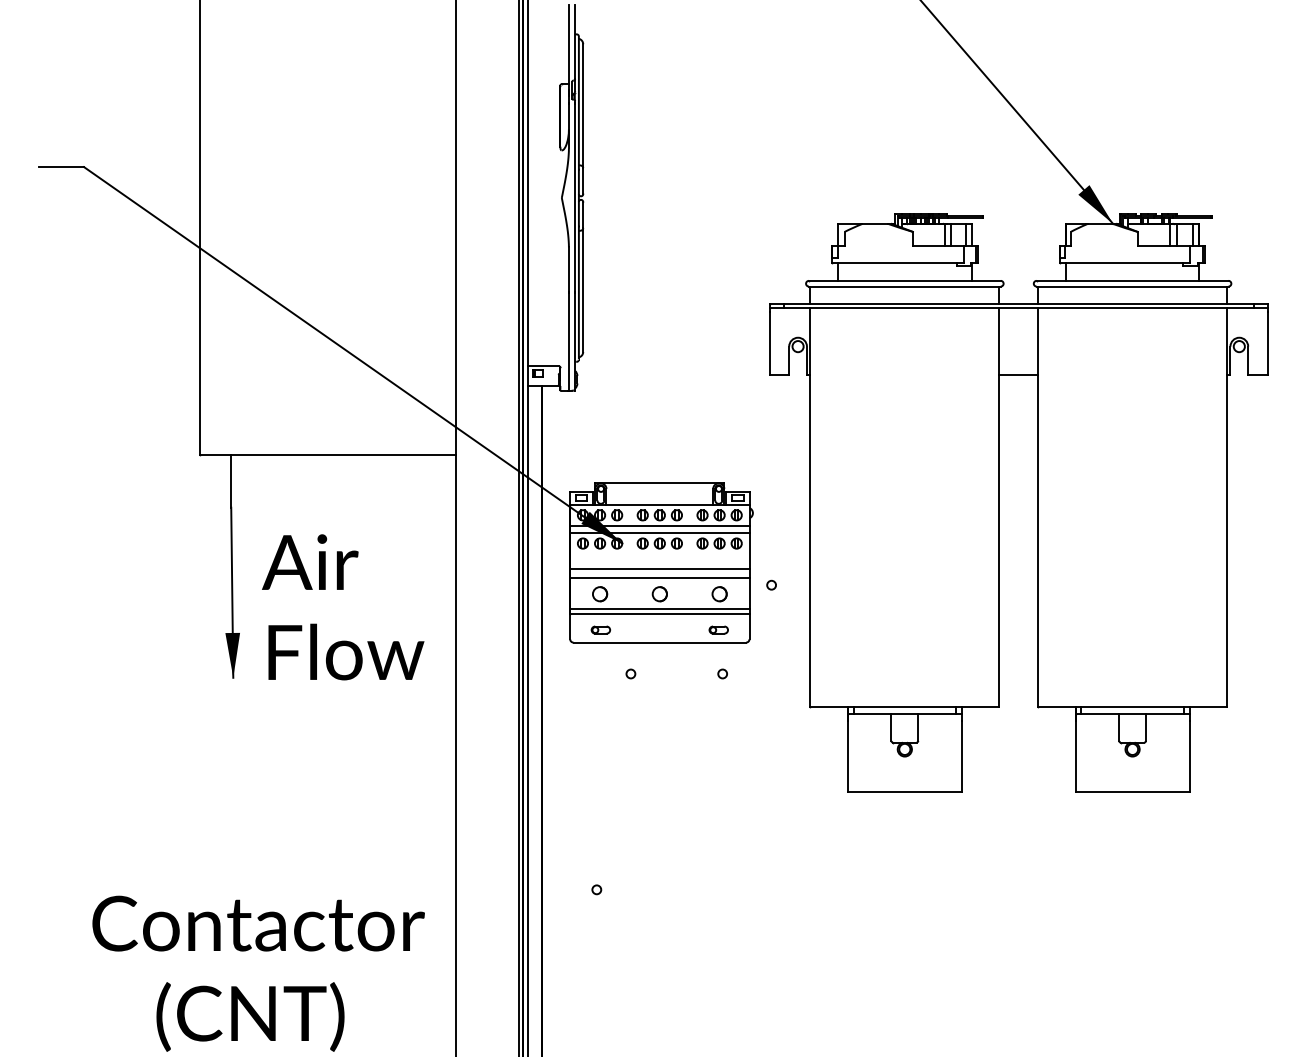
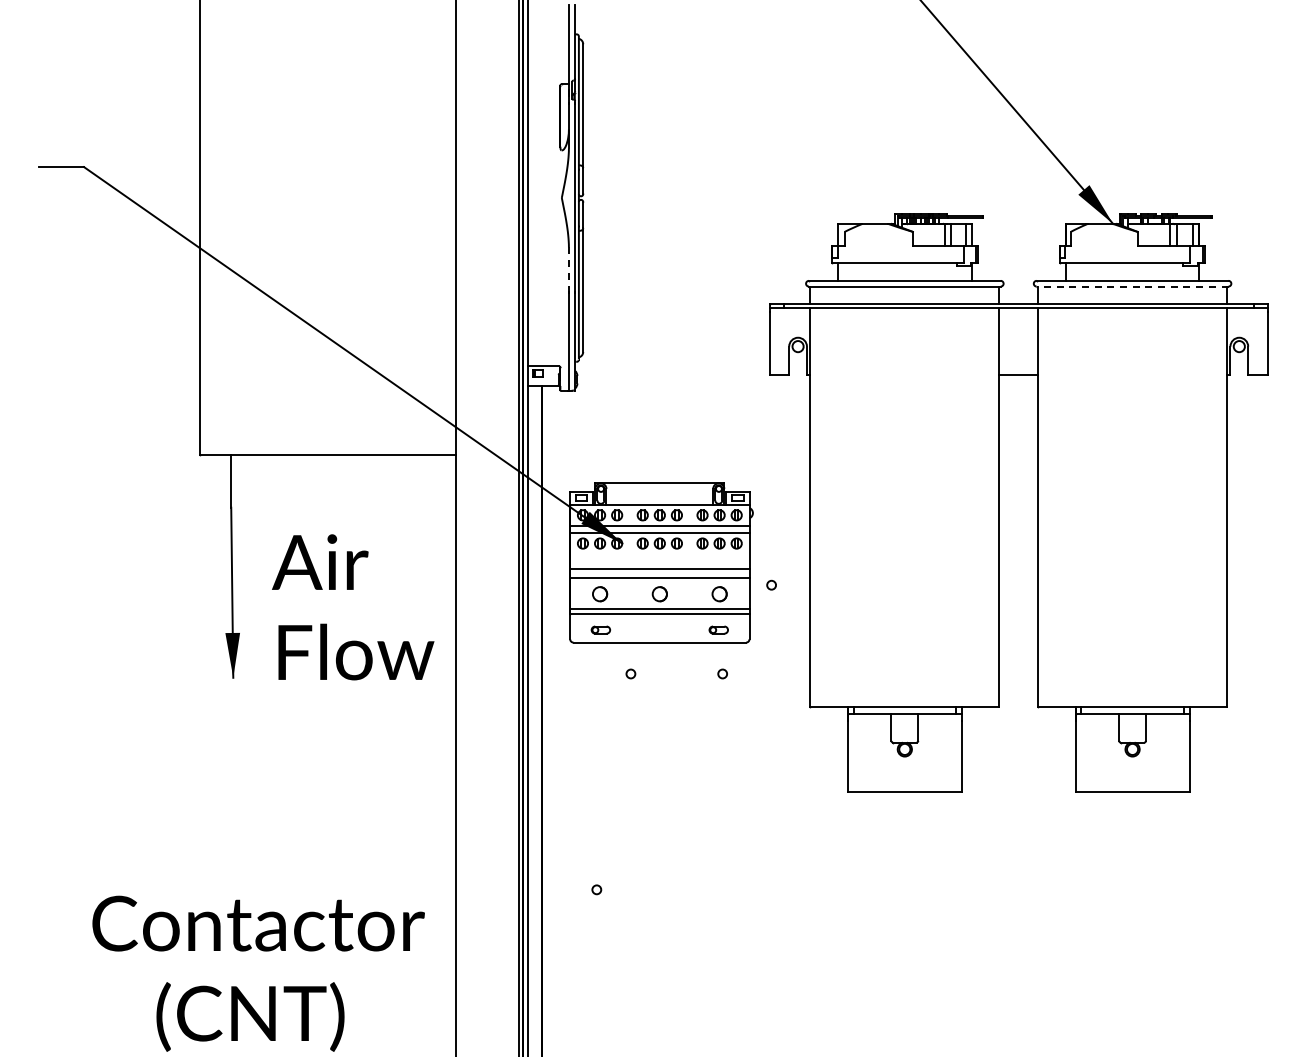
line at (568, 270): solid -> dashed
line at (1132, 286): solid -> dashed
text at (343, 607) position: (343, 607) -> (353, 607)
